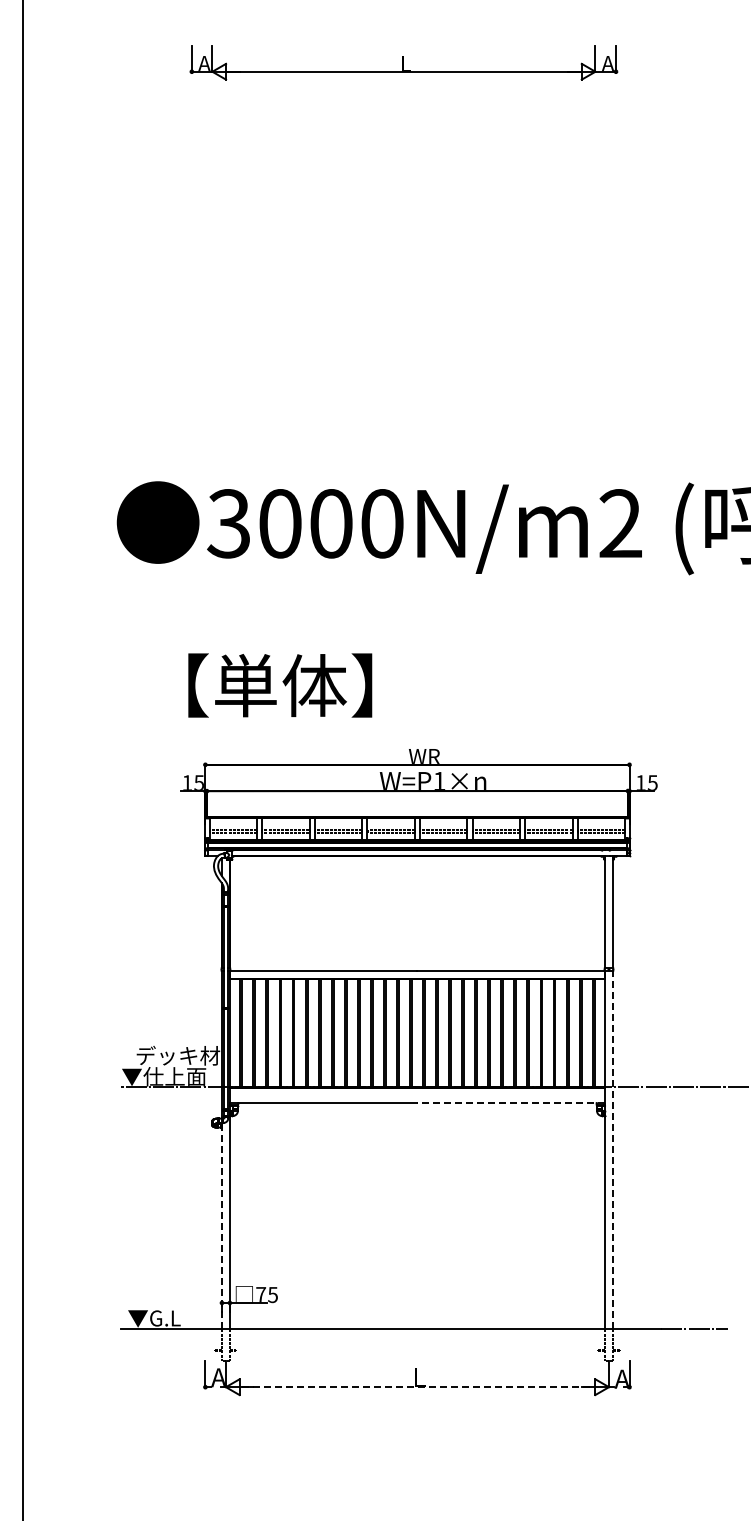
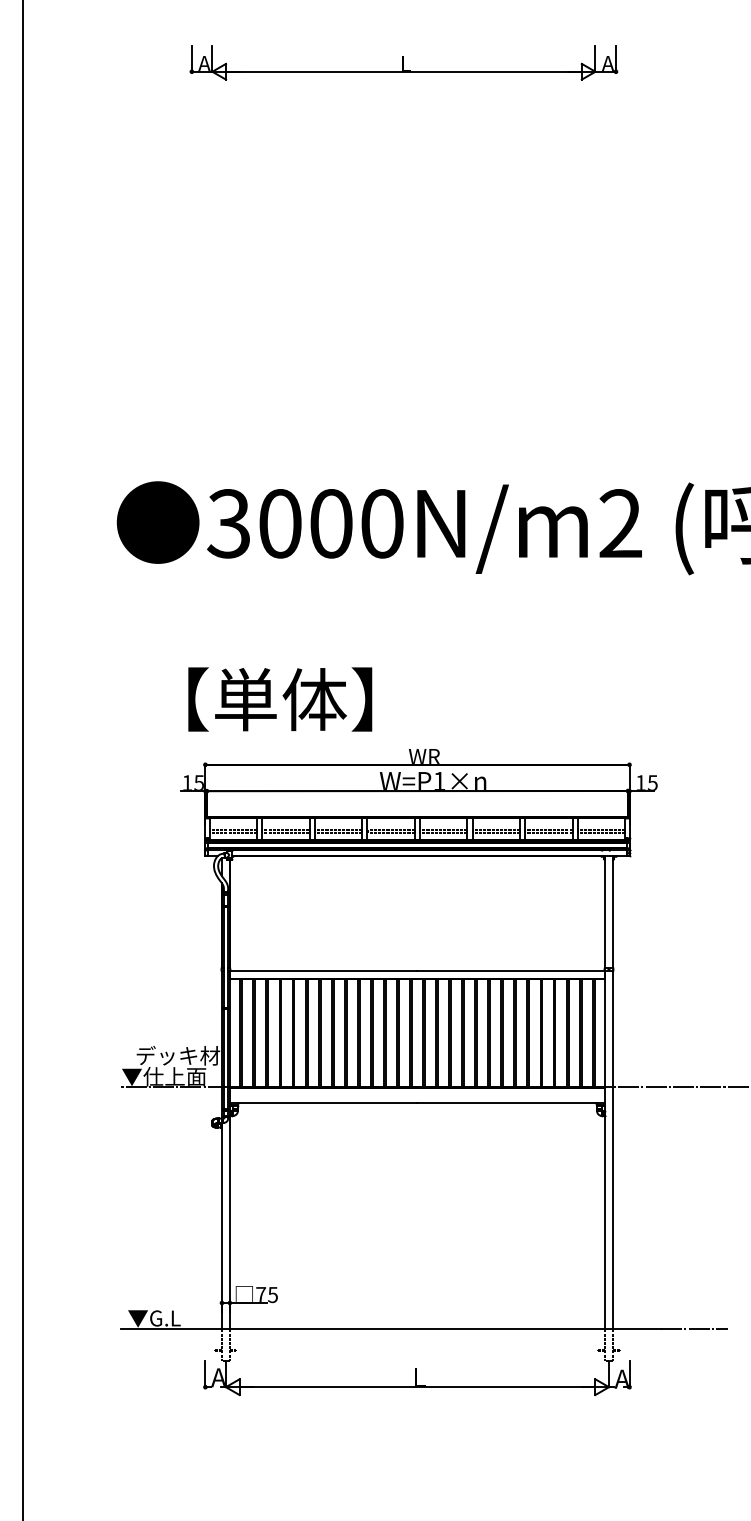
text at (280, 685) position: (280, 685) -> (280, 699)
line at (511, 1103): dashed -> solid
line at (612, 1149): dashed -> solid
line at (222, 1225): dashed -> solid
line at (417, 1387): dashed -> solid
